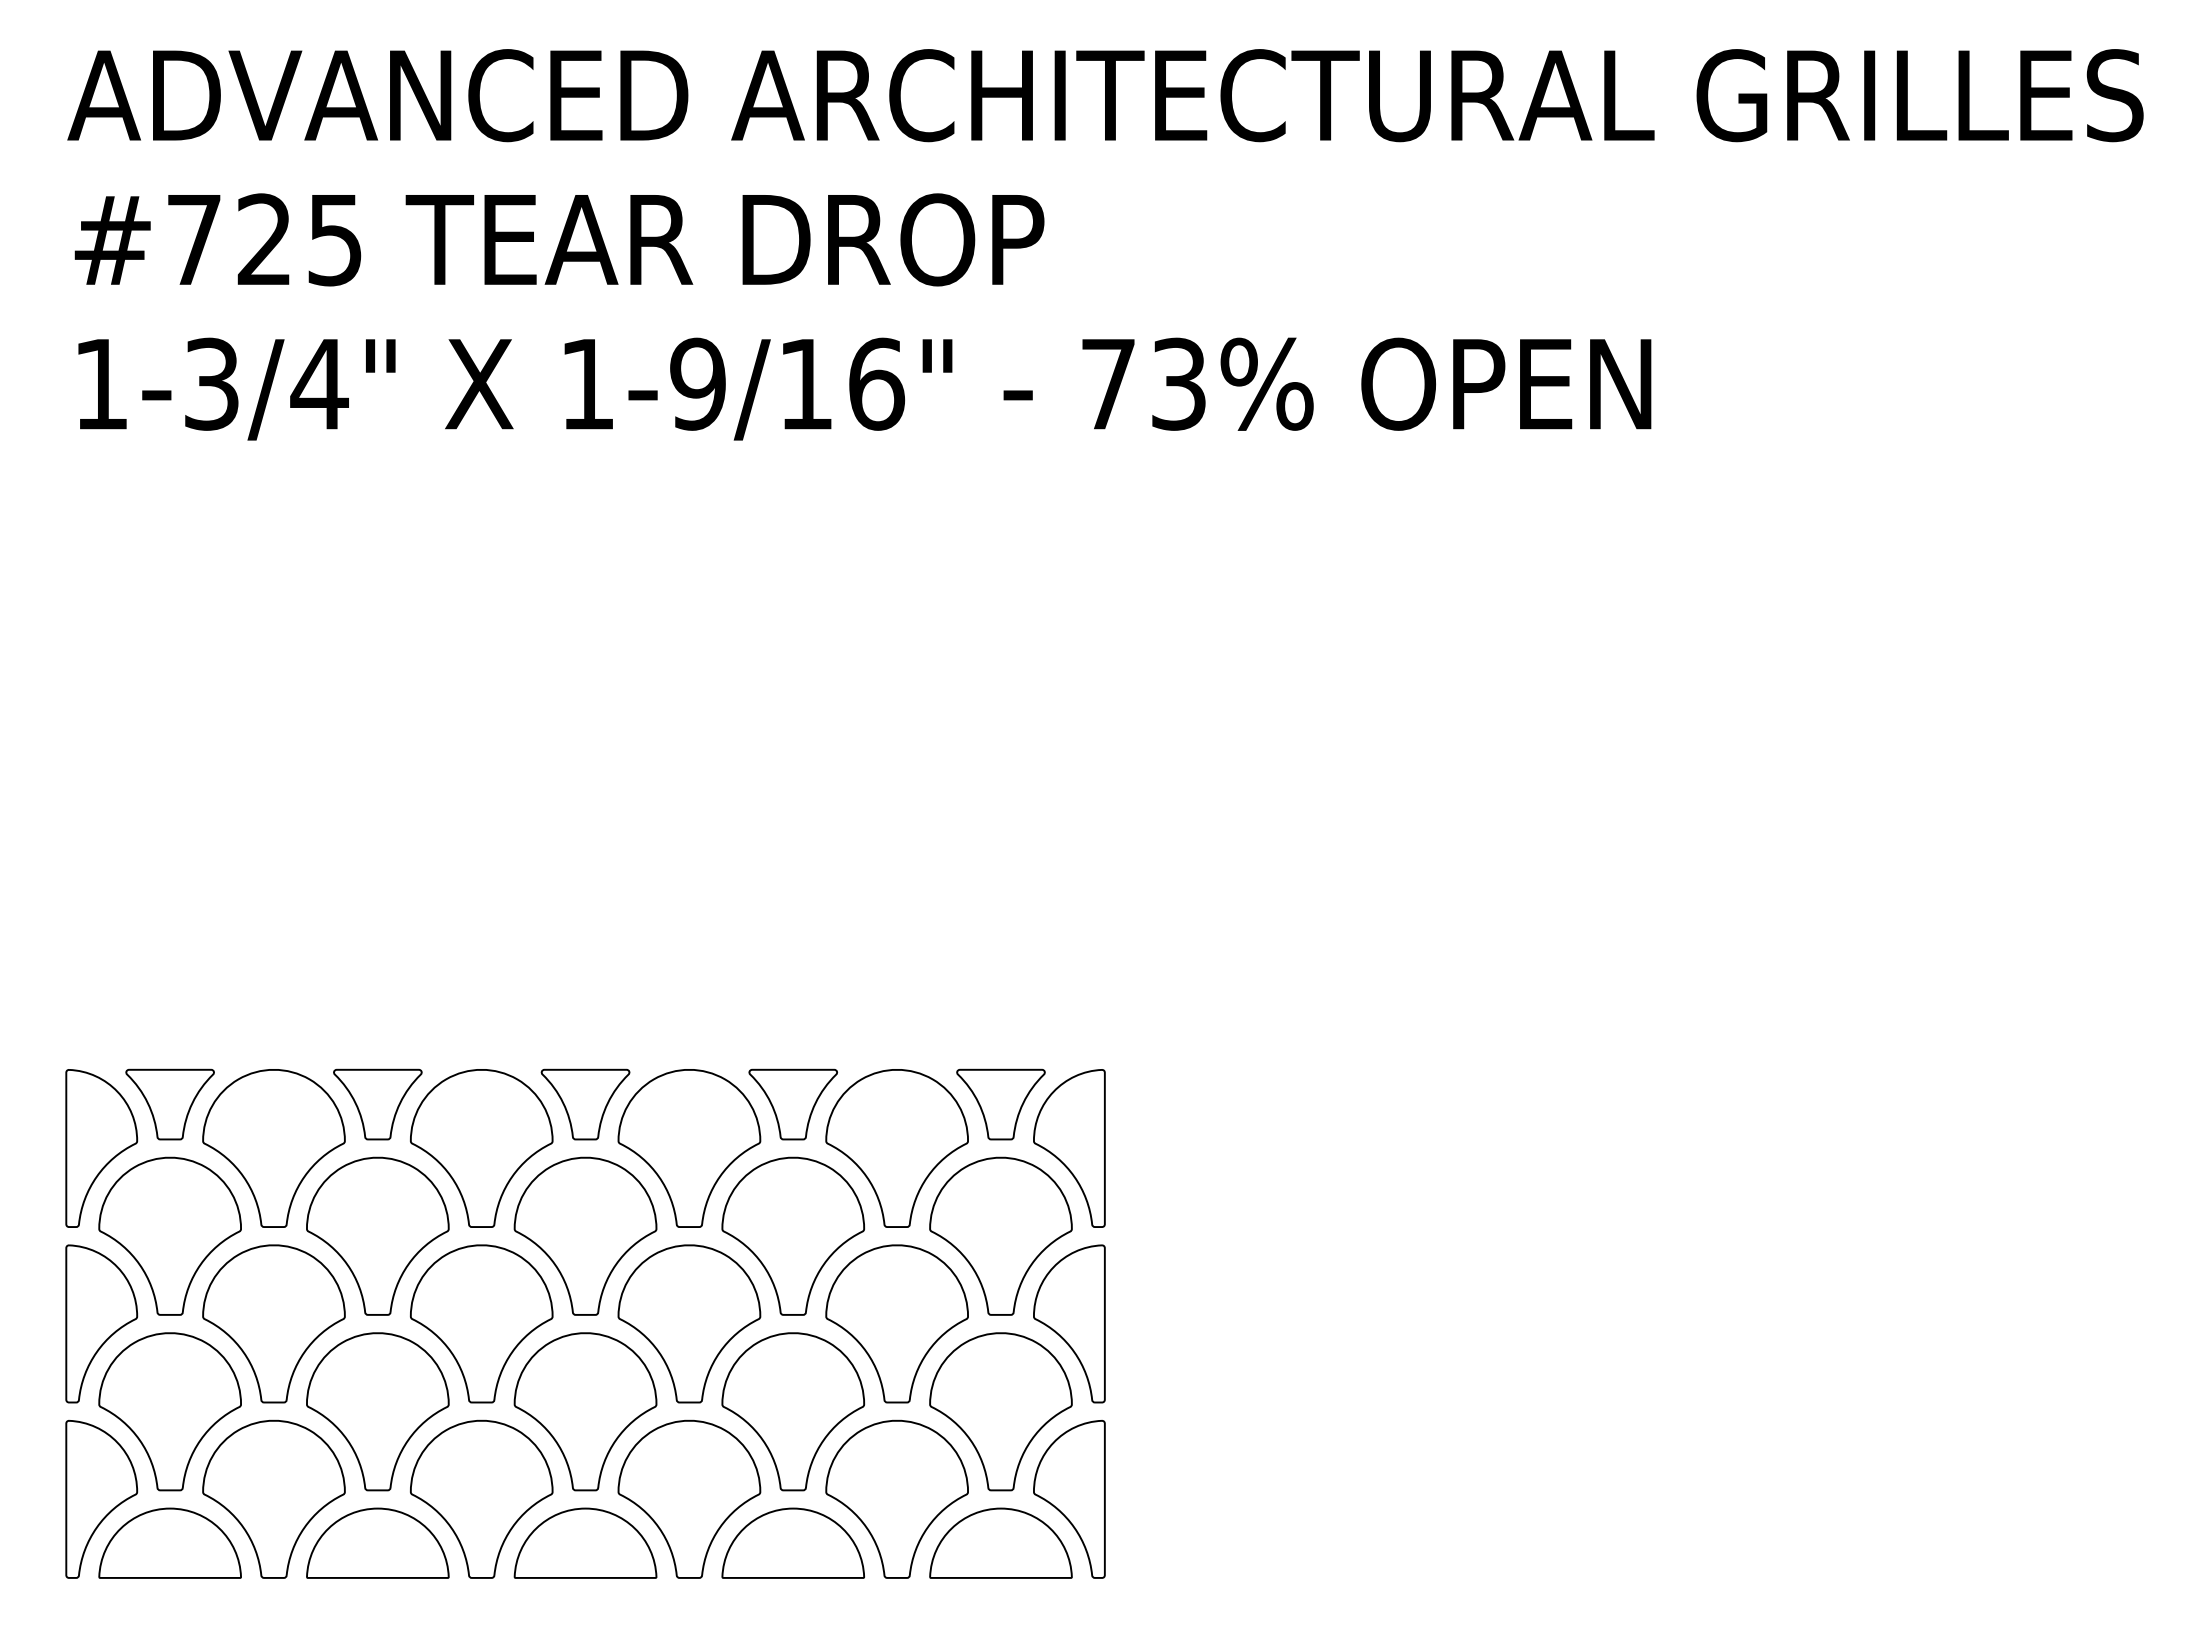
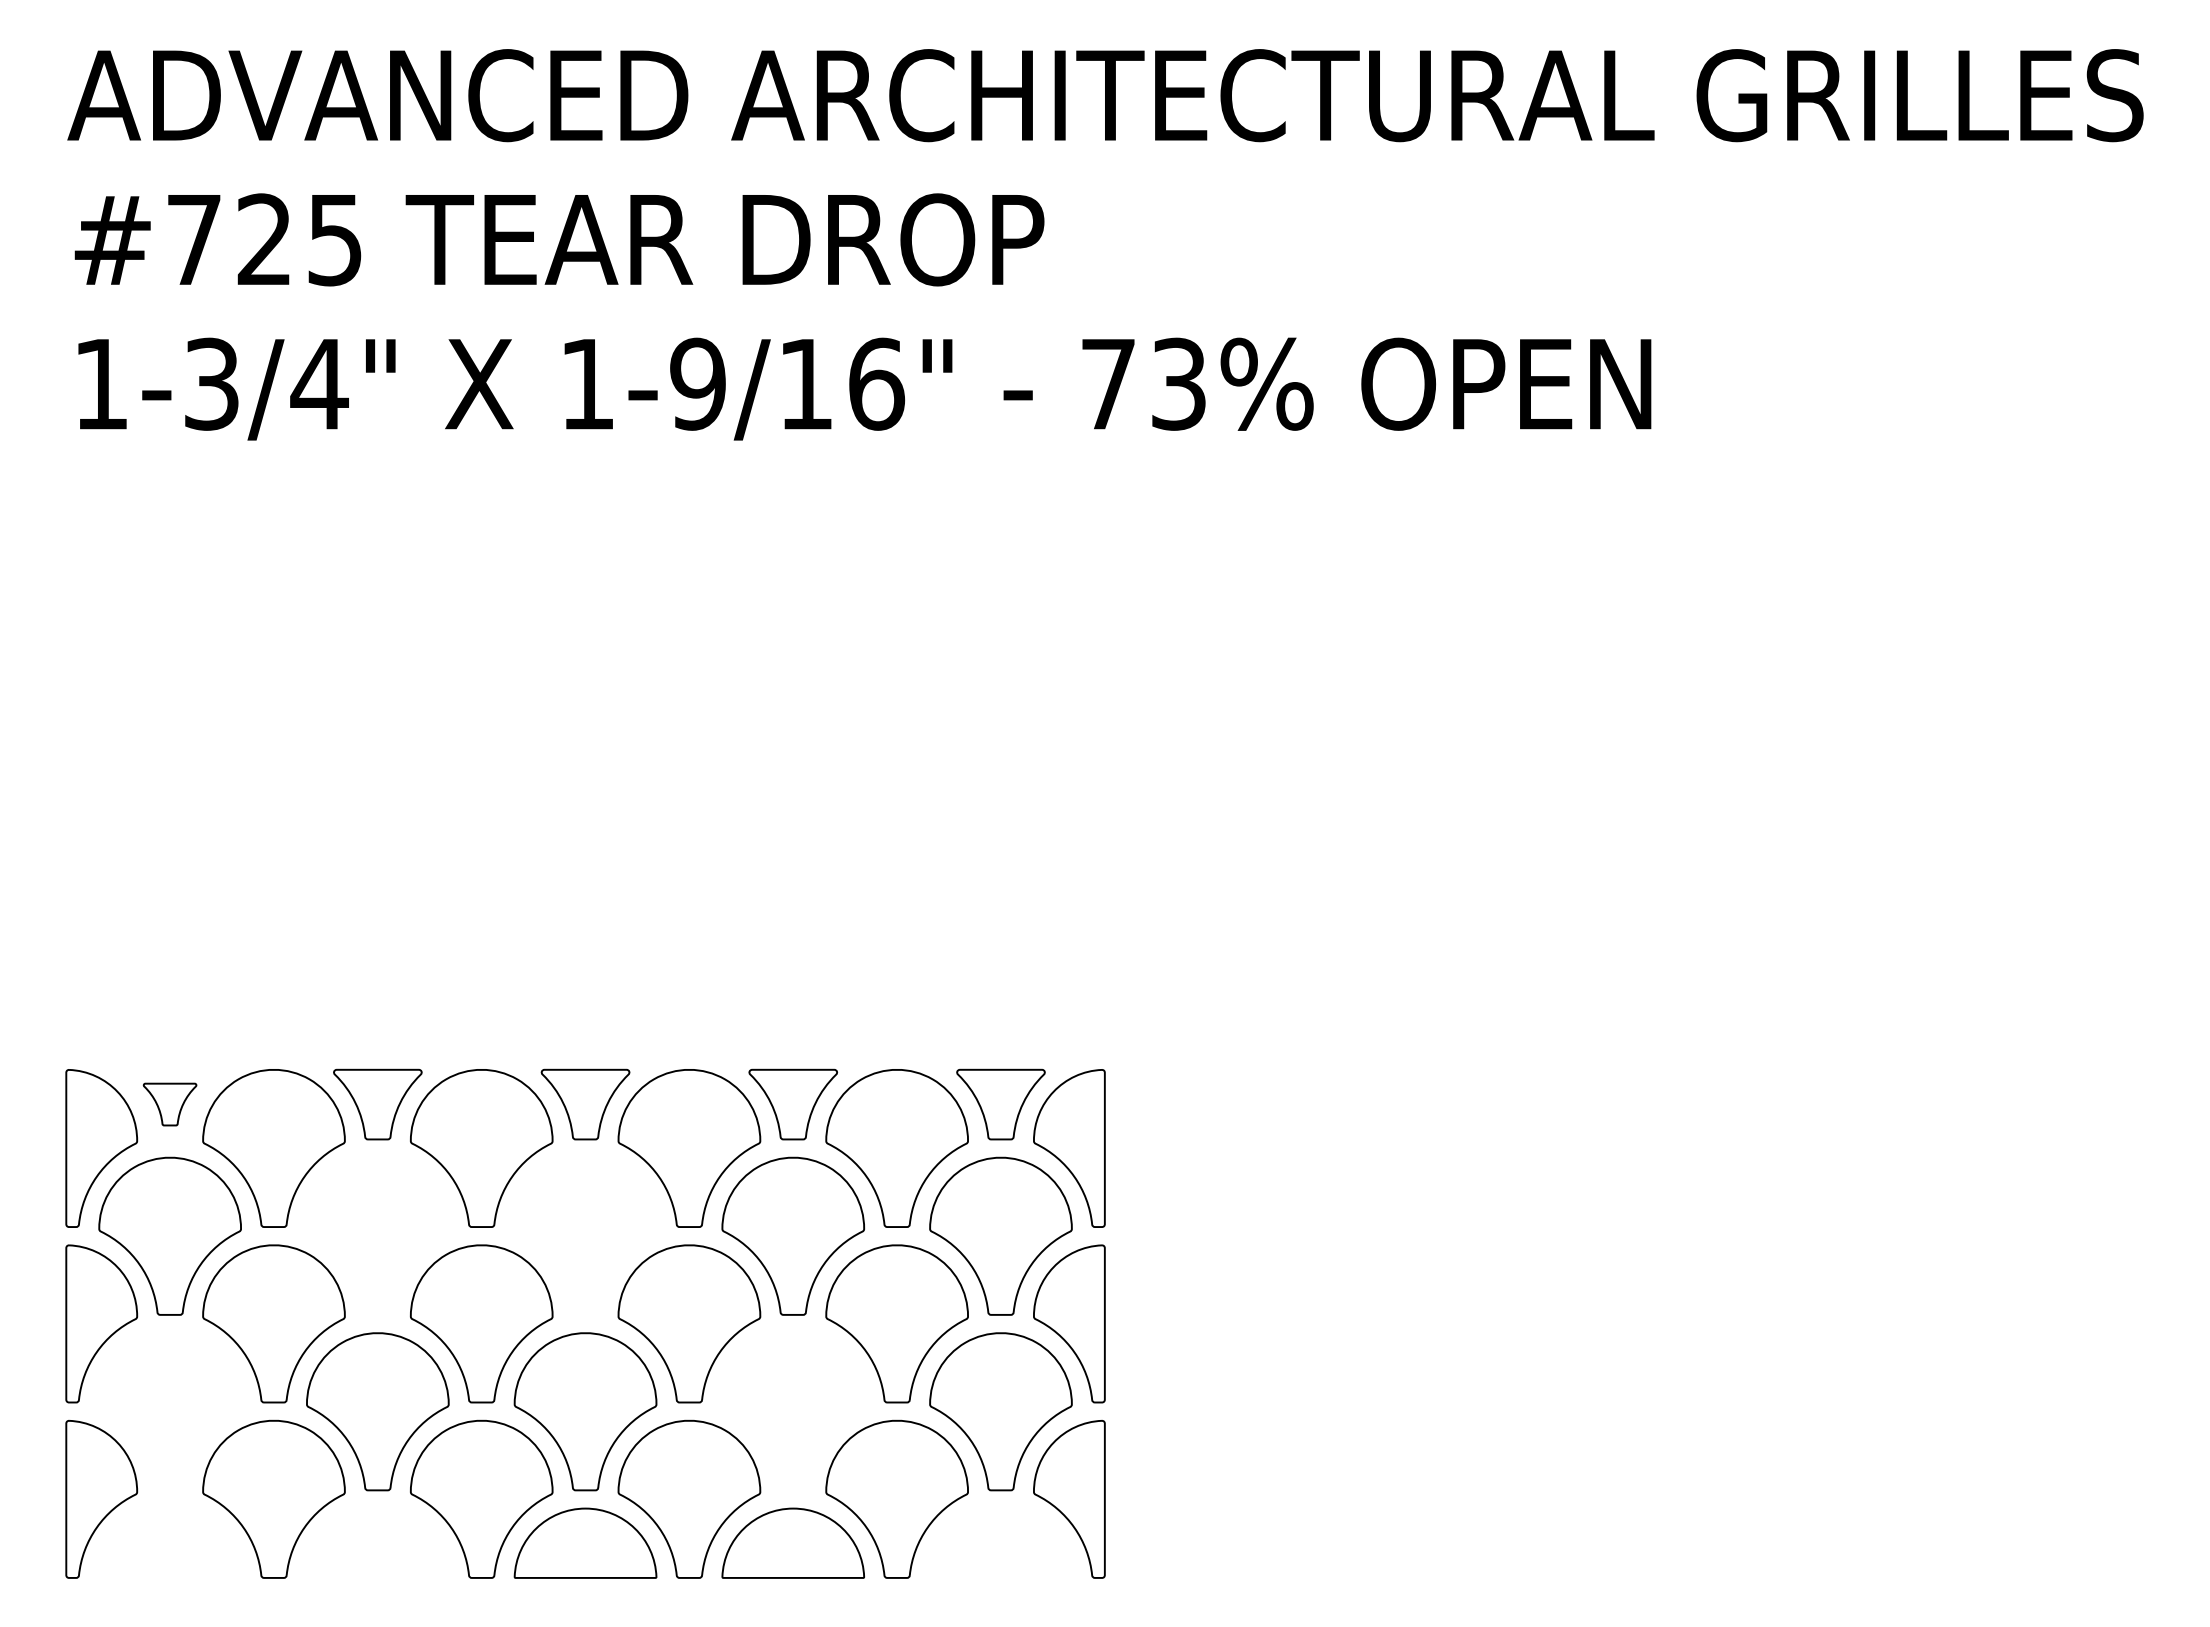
part at (169, 1104) size: 90x73 px -> 56x45 px
part at (377, 1235): present -> none
part at (585, 1235): present -> none
part at (169, 1411): present -> none
part at (793, 1411): present -> none
part at (169, 1542): present -> none
part at (377, 1542): present -> none
part at (1000, 1542): present -> none
